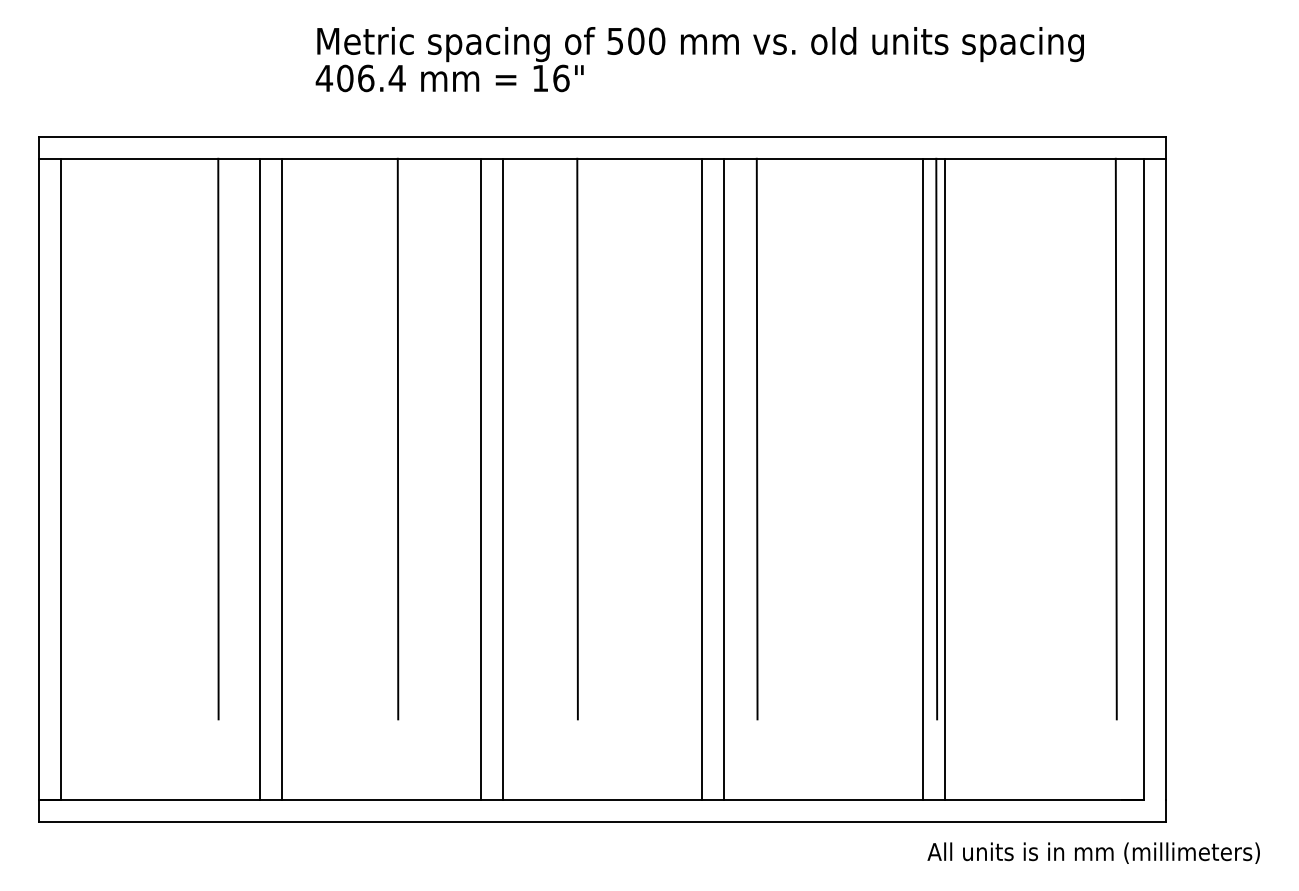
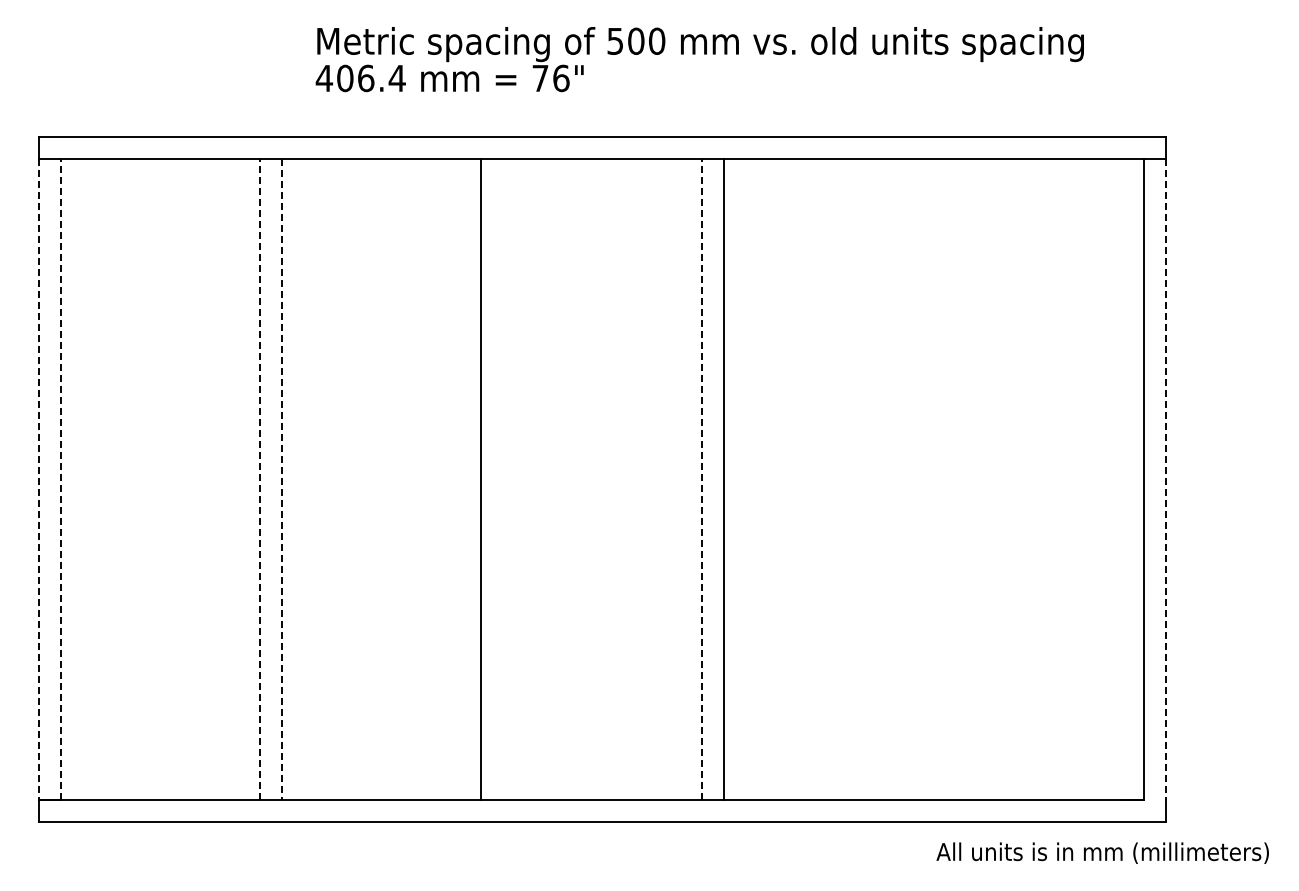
text at (540, 78): 16" -> 76"
line at (218, 438): present -> none
line at (397, 438): present -> none
line at (577, 438): present -> none
line at (756, 438): present -> none
line at (936, 438): present -> none
line at (1115, 438): present -> none
line at (61, 478): solid -> dashed
line at (259, 478): solid -> dashed
line at (503, 478): present -> none
line at (702, 478): solid -> dashed
line at (923, 478): present -> none
line at (945, 478): present -> none
line at (38, 479): solid -> dashed
line at (282, 479): solid -> dashed
line at (1166, 479): solid -> dashed
text at (1093, 852) position: (1093, 852) -> (1102, 852)
